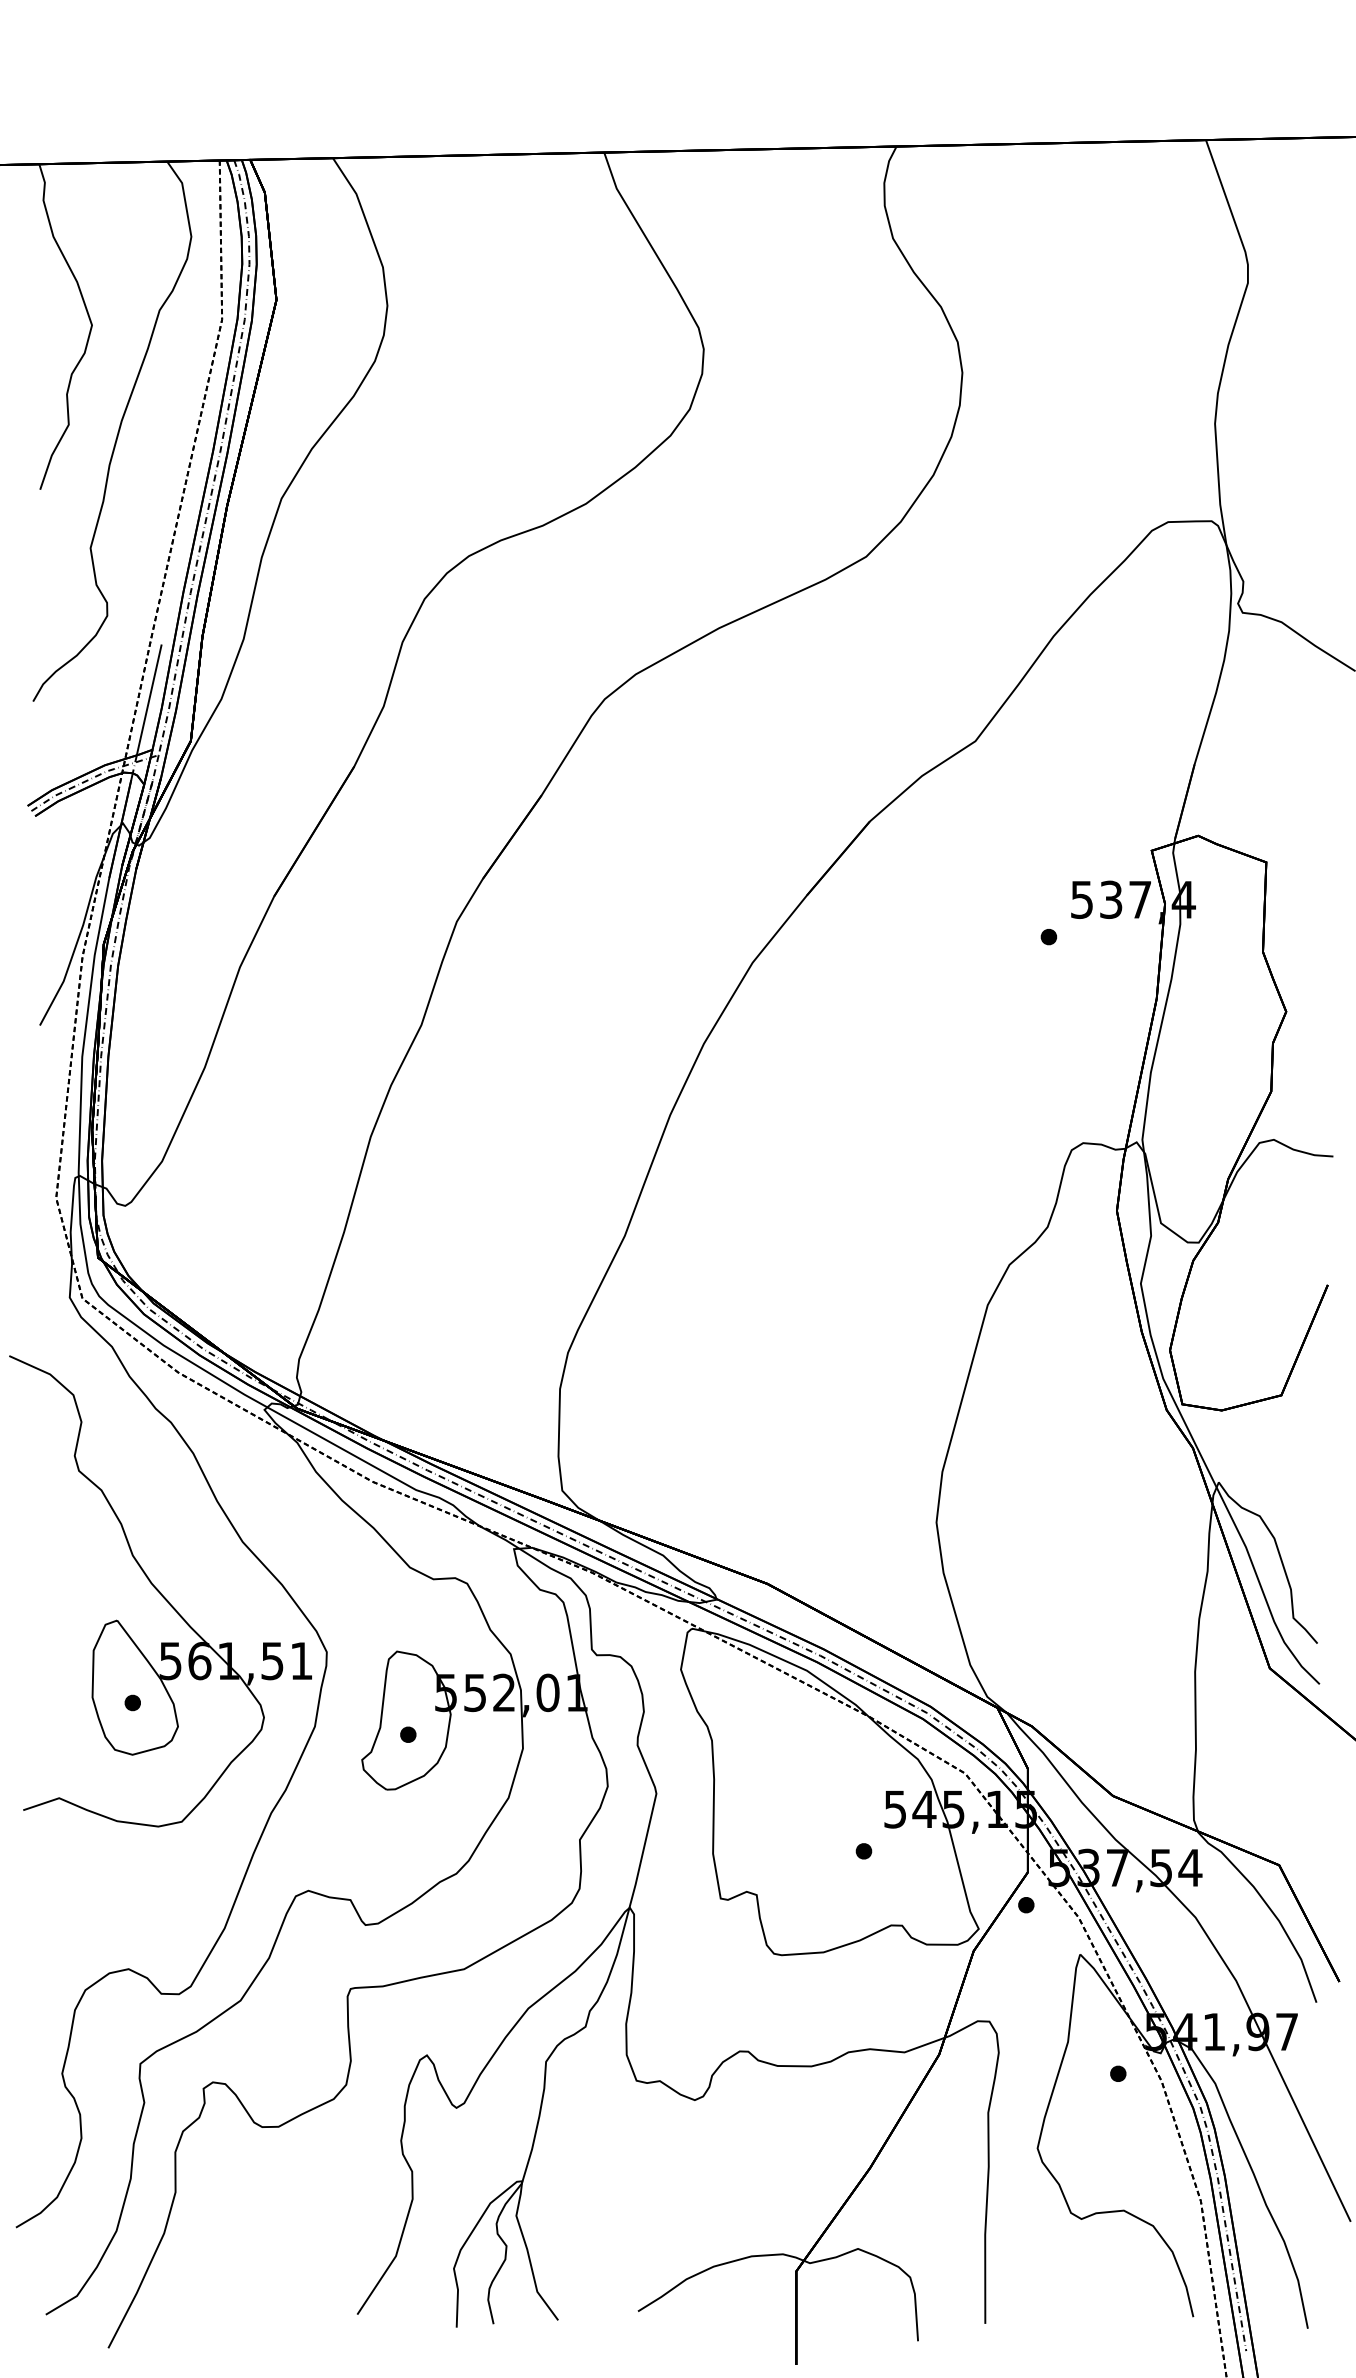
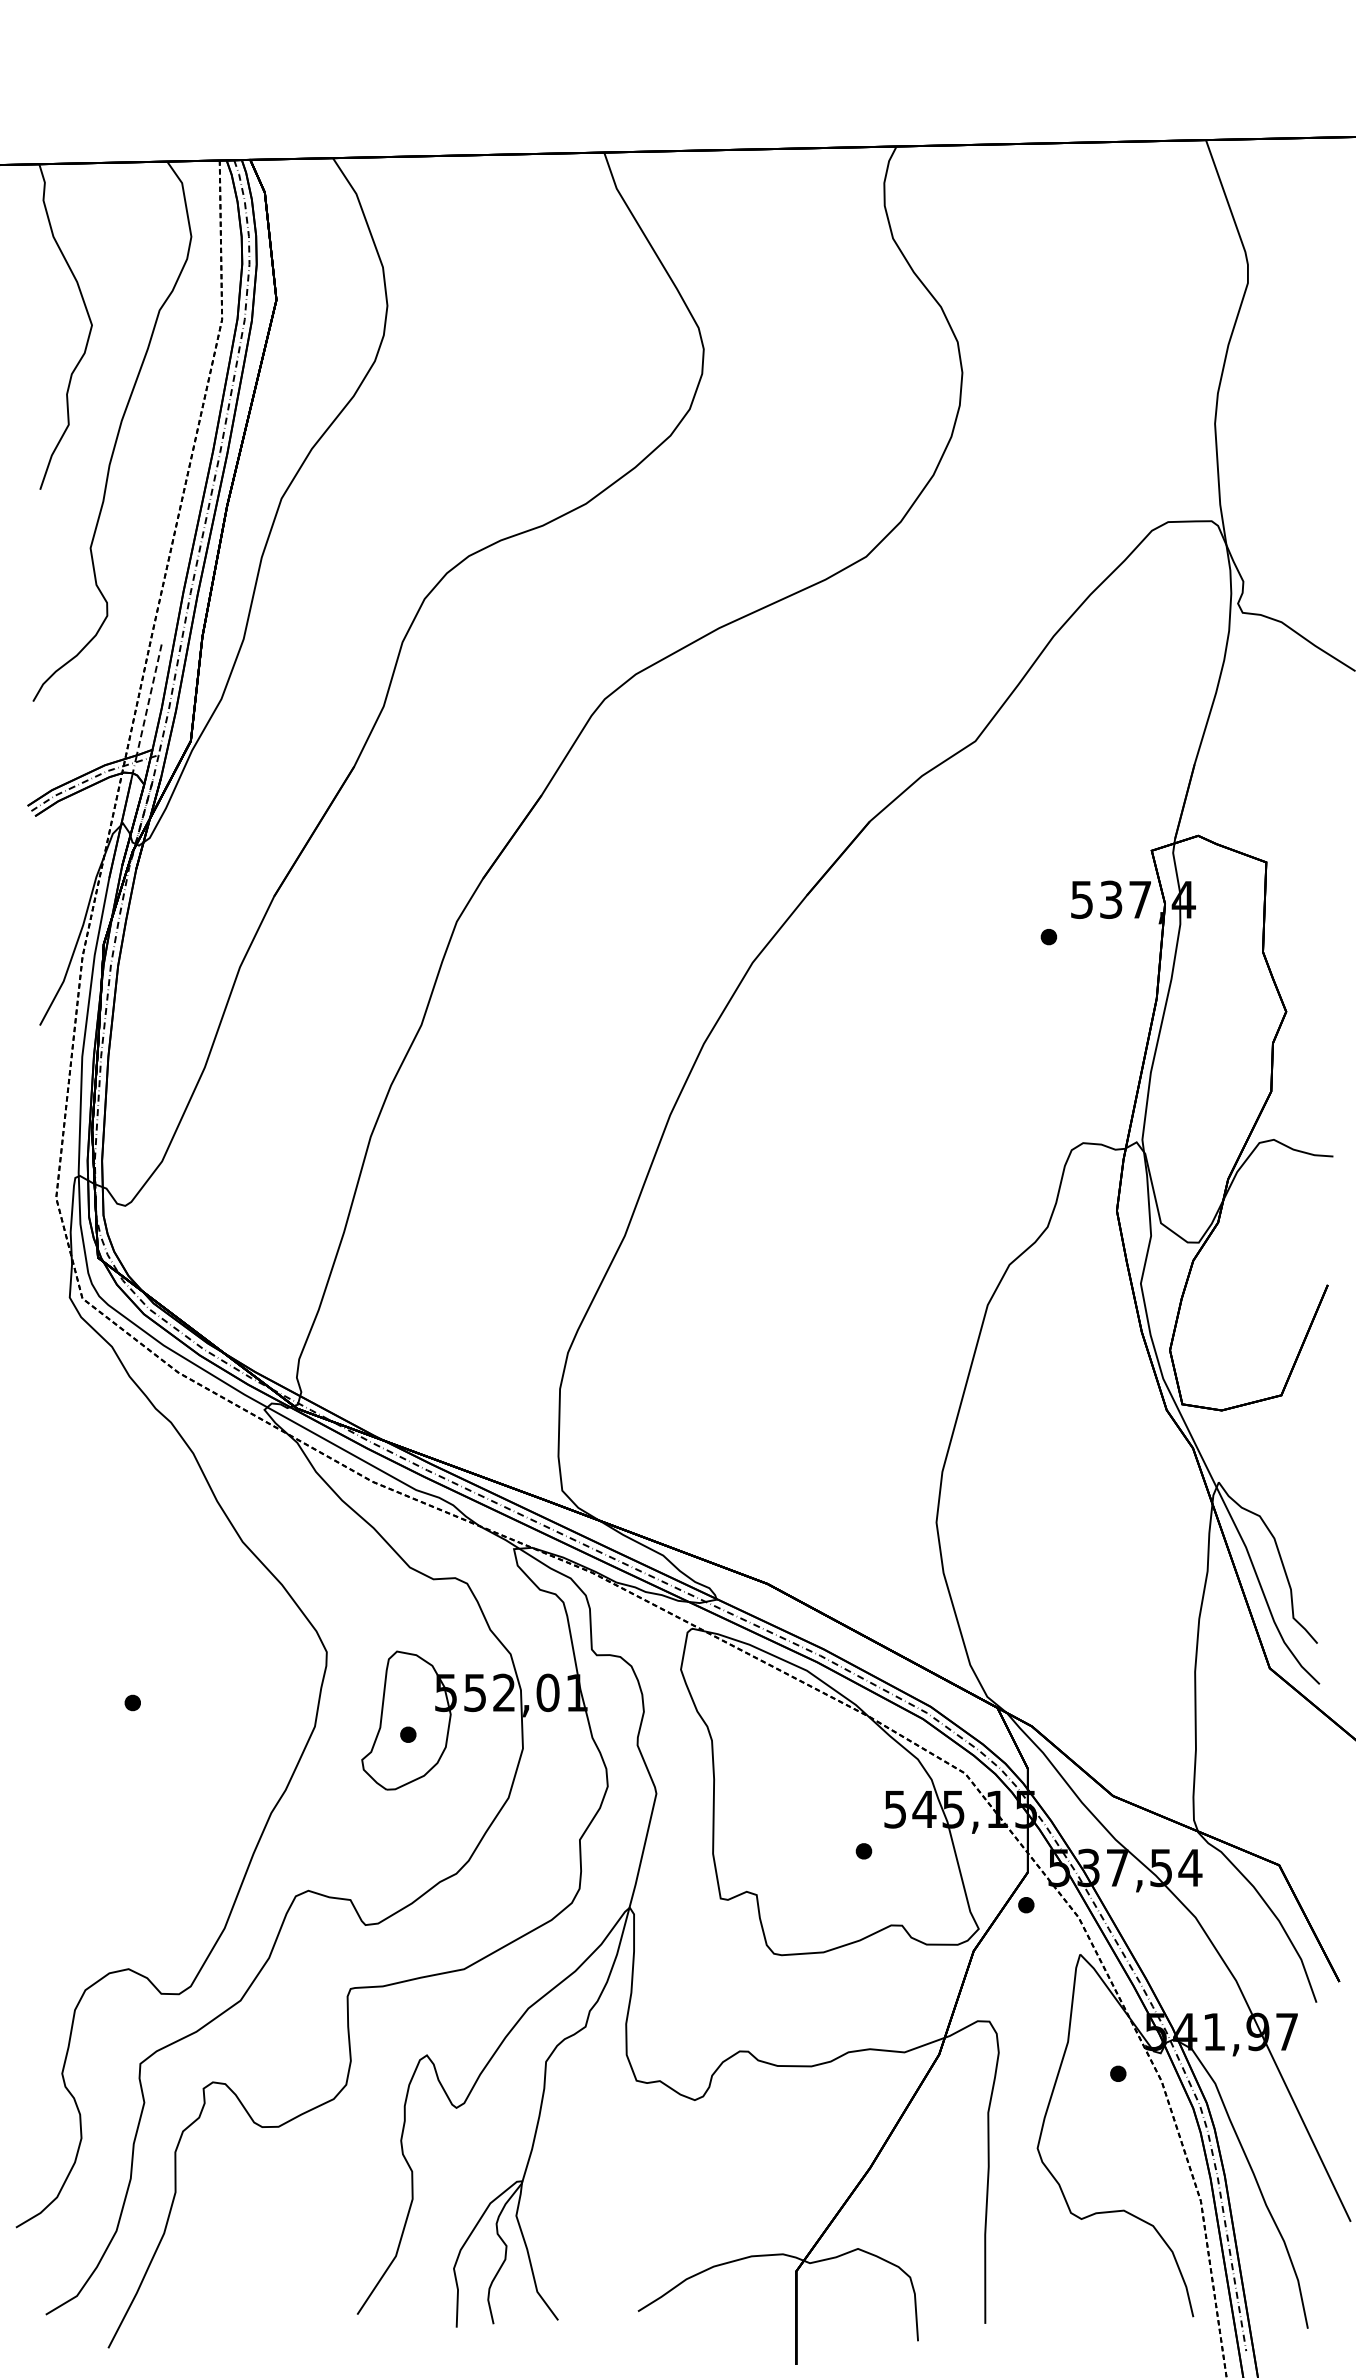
line at (149, 700): solid -> dashed
part at (160, 1591): present -> none
